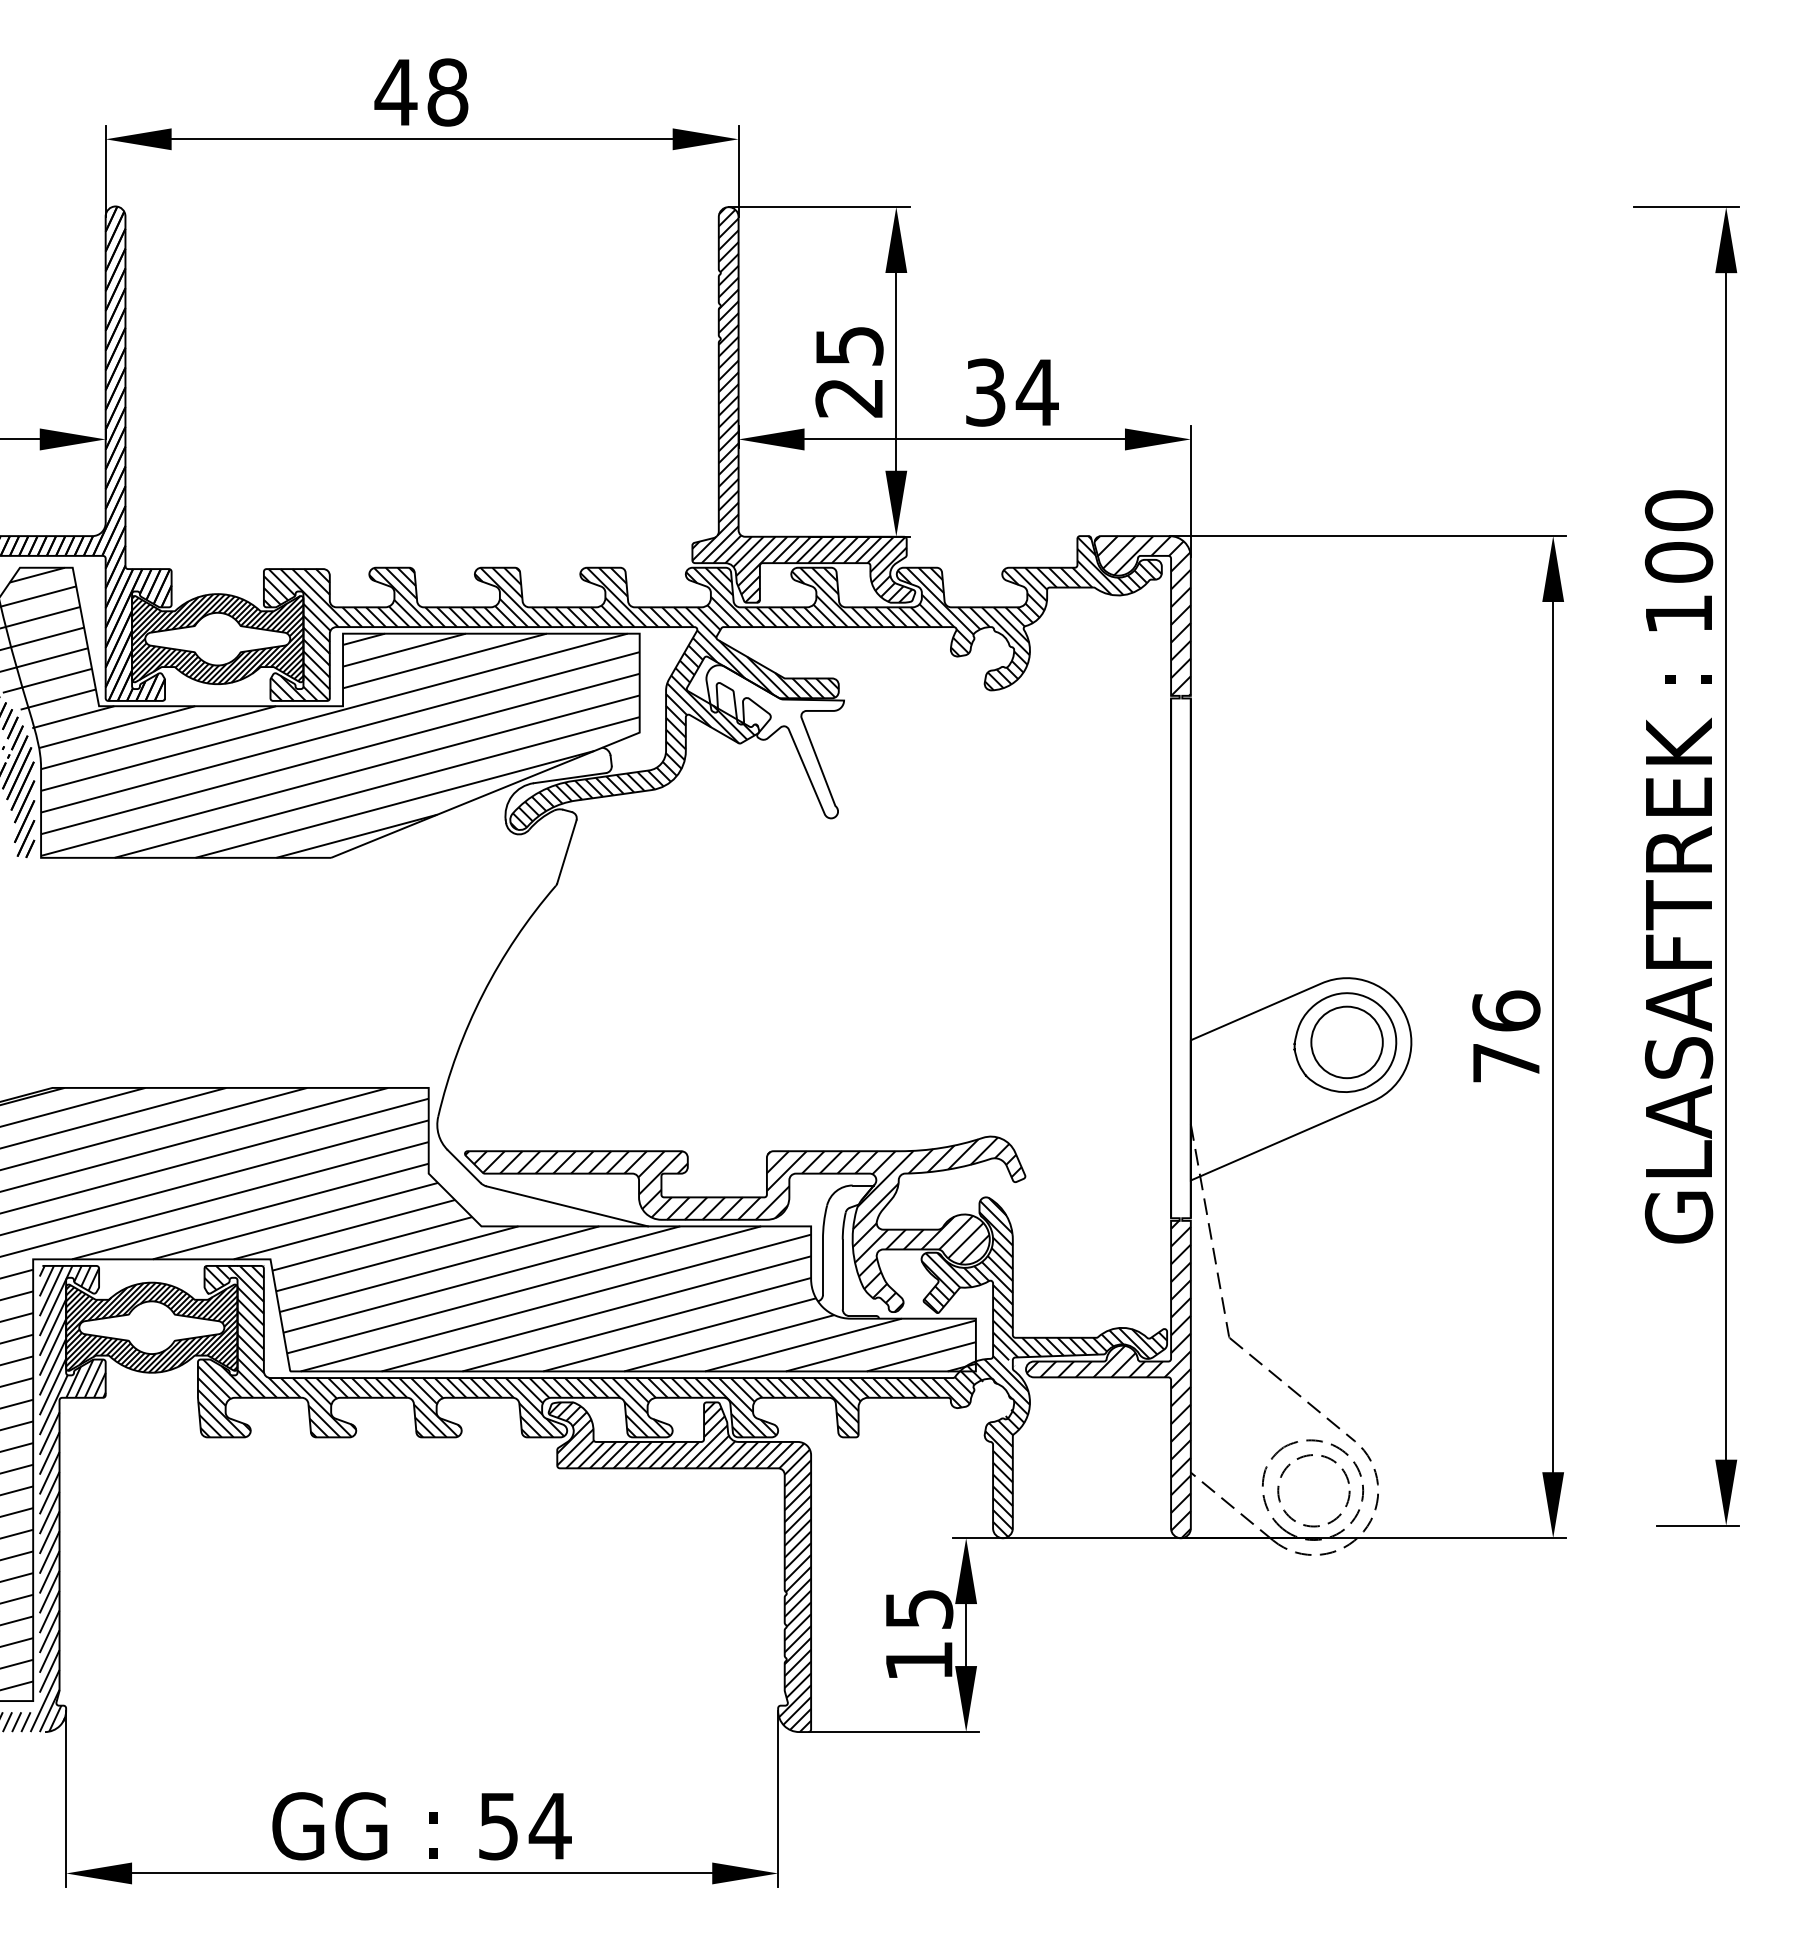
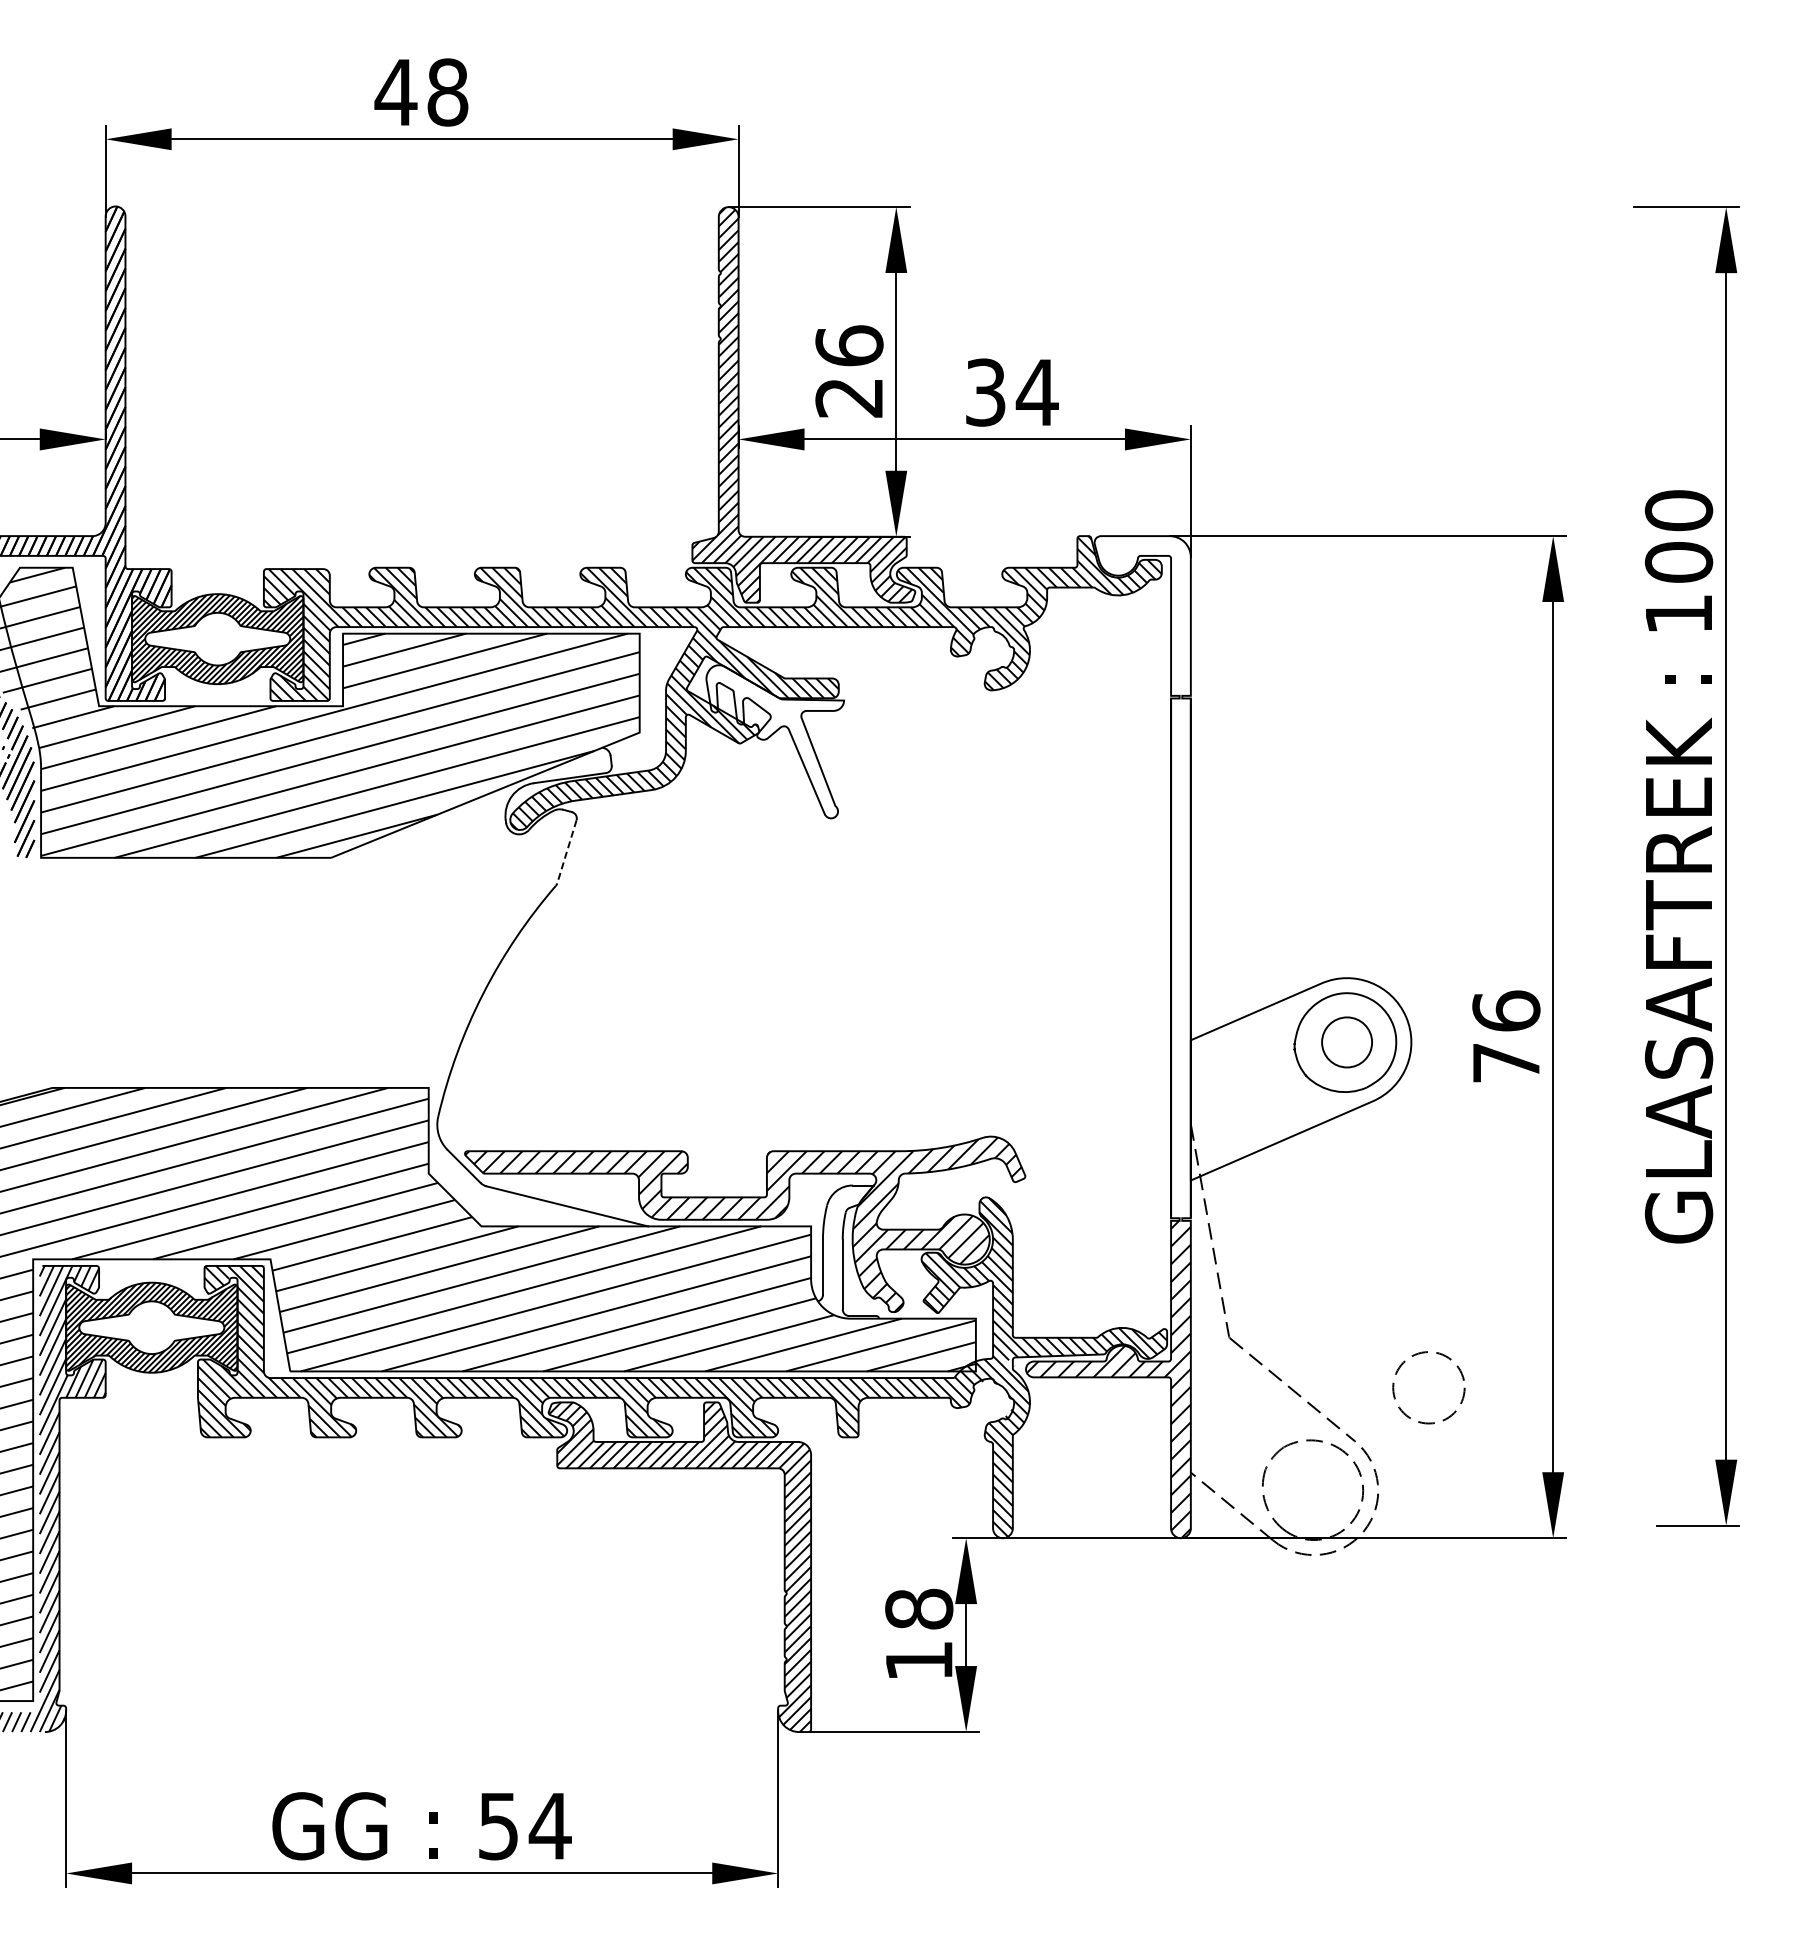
text at (849, 345): 25 -> 26
hatch at (1142, 615): present -> none
line at (566, 851): solid -> dashed
circle at (1346, 1042) diameter: 71 px -> 50 px
circle at (1313, 1490) position: (1313, 1490) -> (1428, 1387)
text at (919, 1608): 15 -> 18
